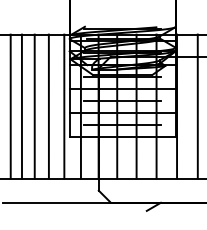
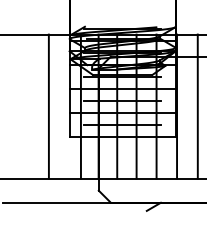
line at (10, 106): present -> none
line at (21, 106): present -> none
line at (34, 106): present -> none
line at (64, 106): present -> none
